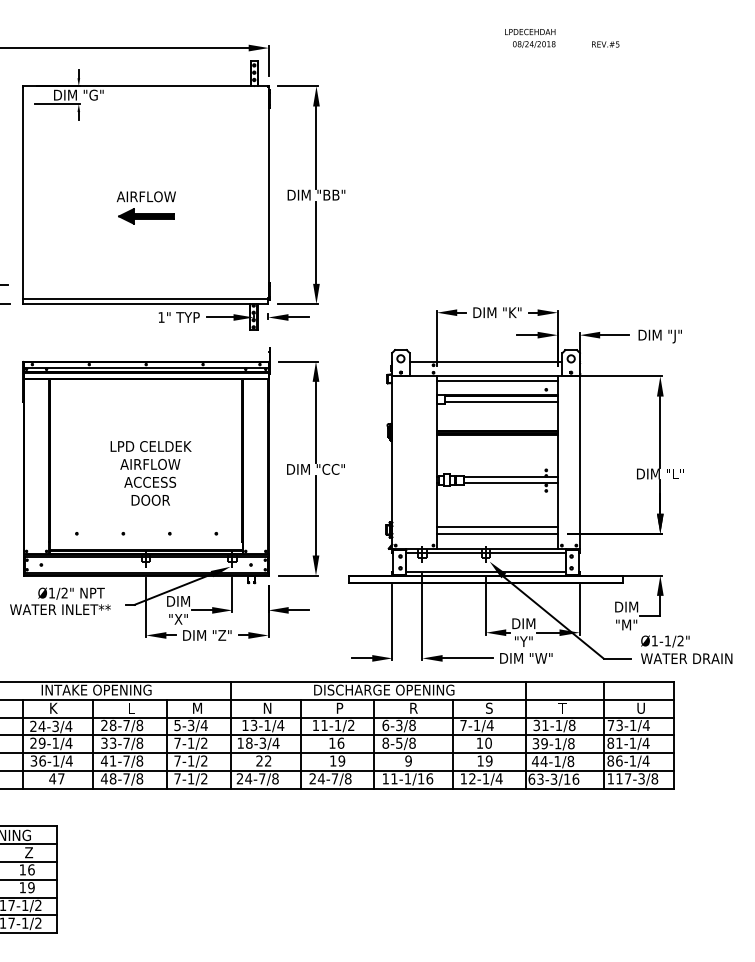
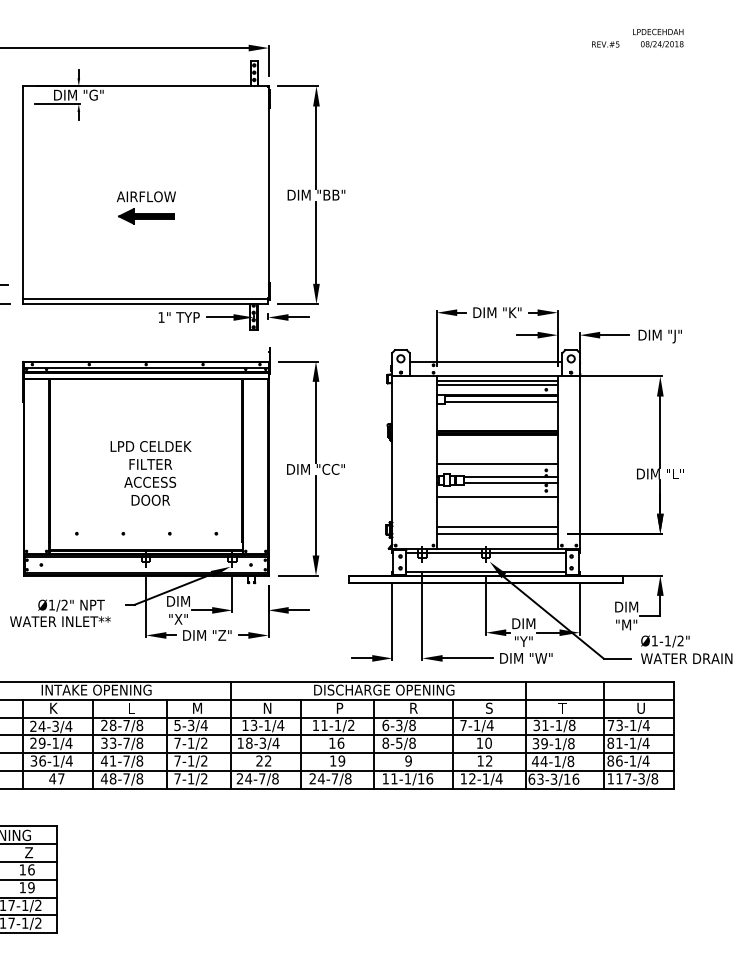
text at (530, 38) position: (530, 38) -> (658, 38)
line at (497, 385): none -> present
text at (150, 464): AIRFLOW -> FILTER
line at (497, 464): none -> present
line at (497, 497): none -> present
text at (60, 600) position: (60, 600) -> (60, 612)
text at (488, 760): 19 -> 12
